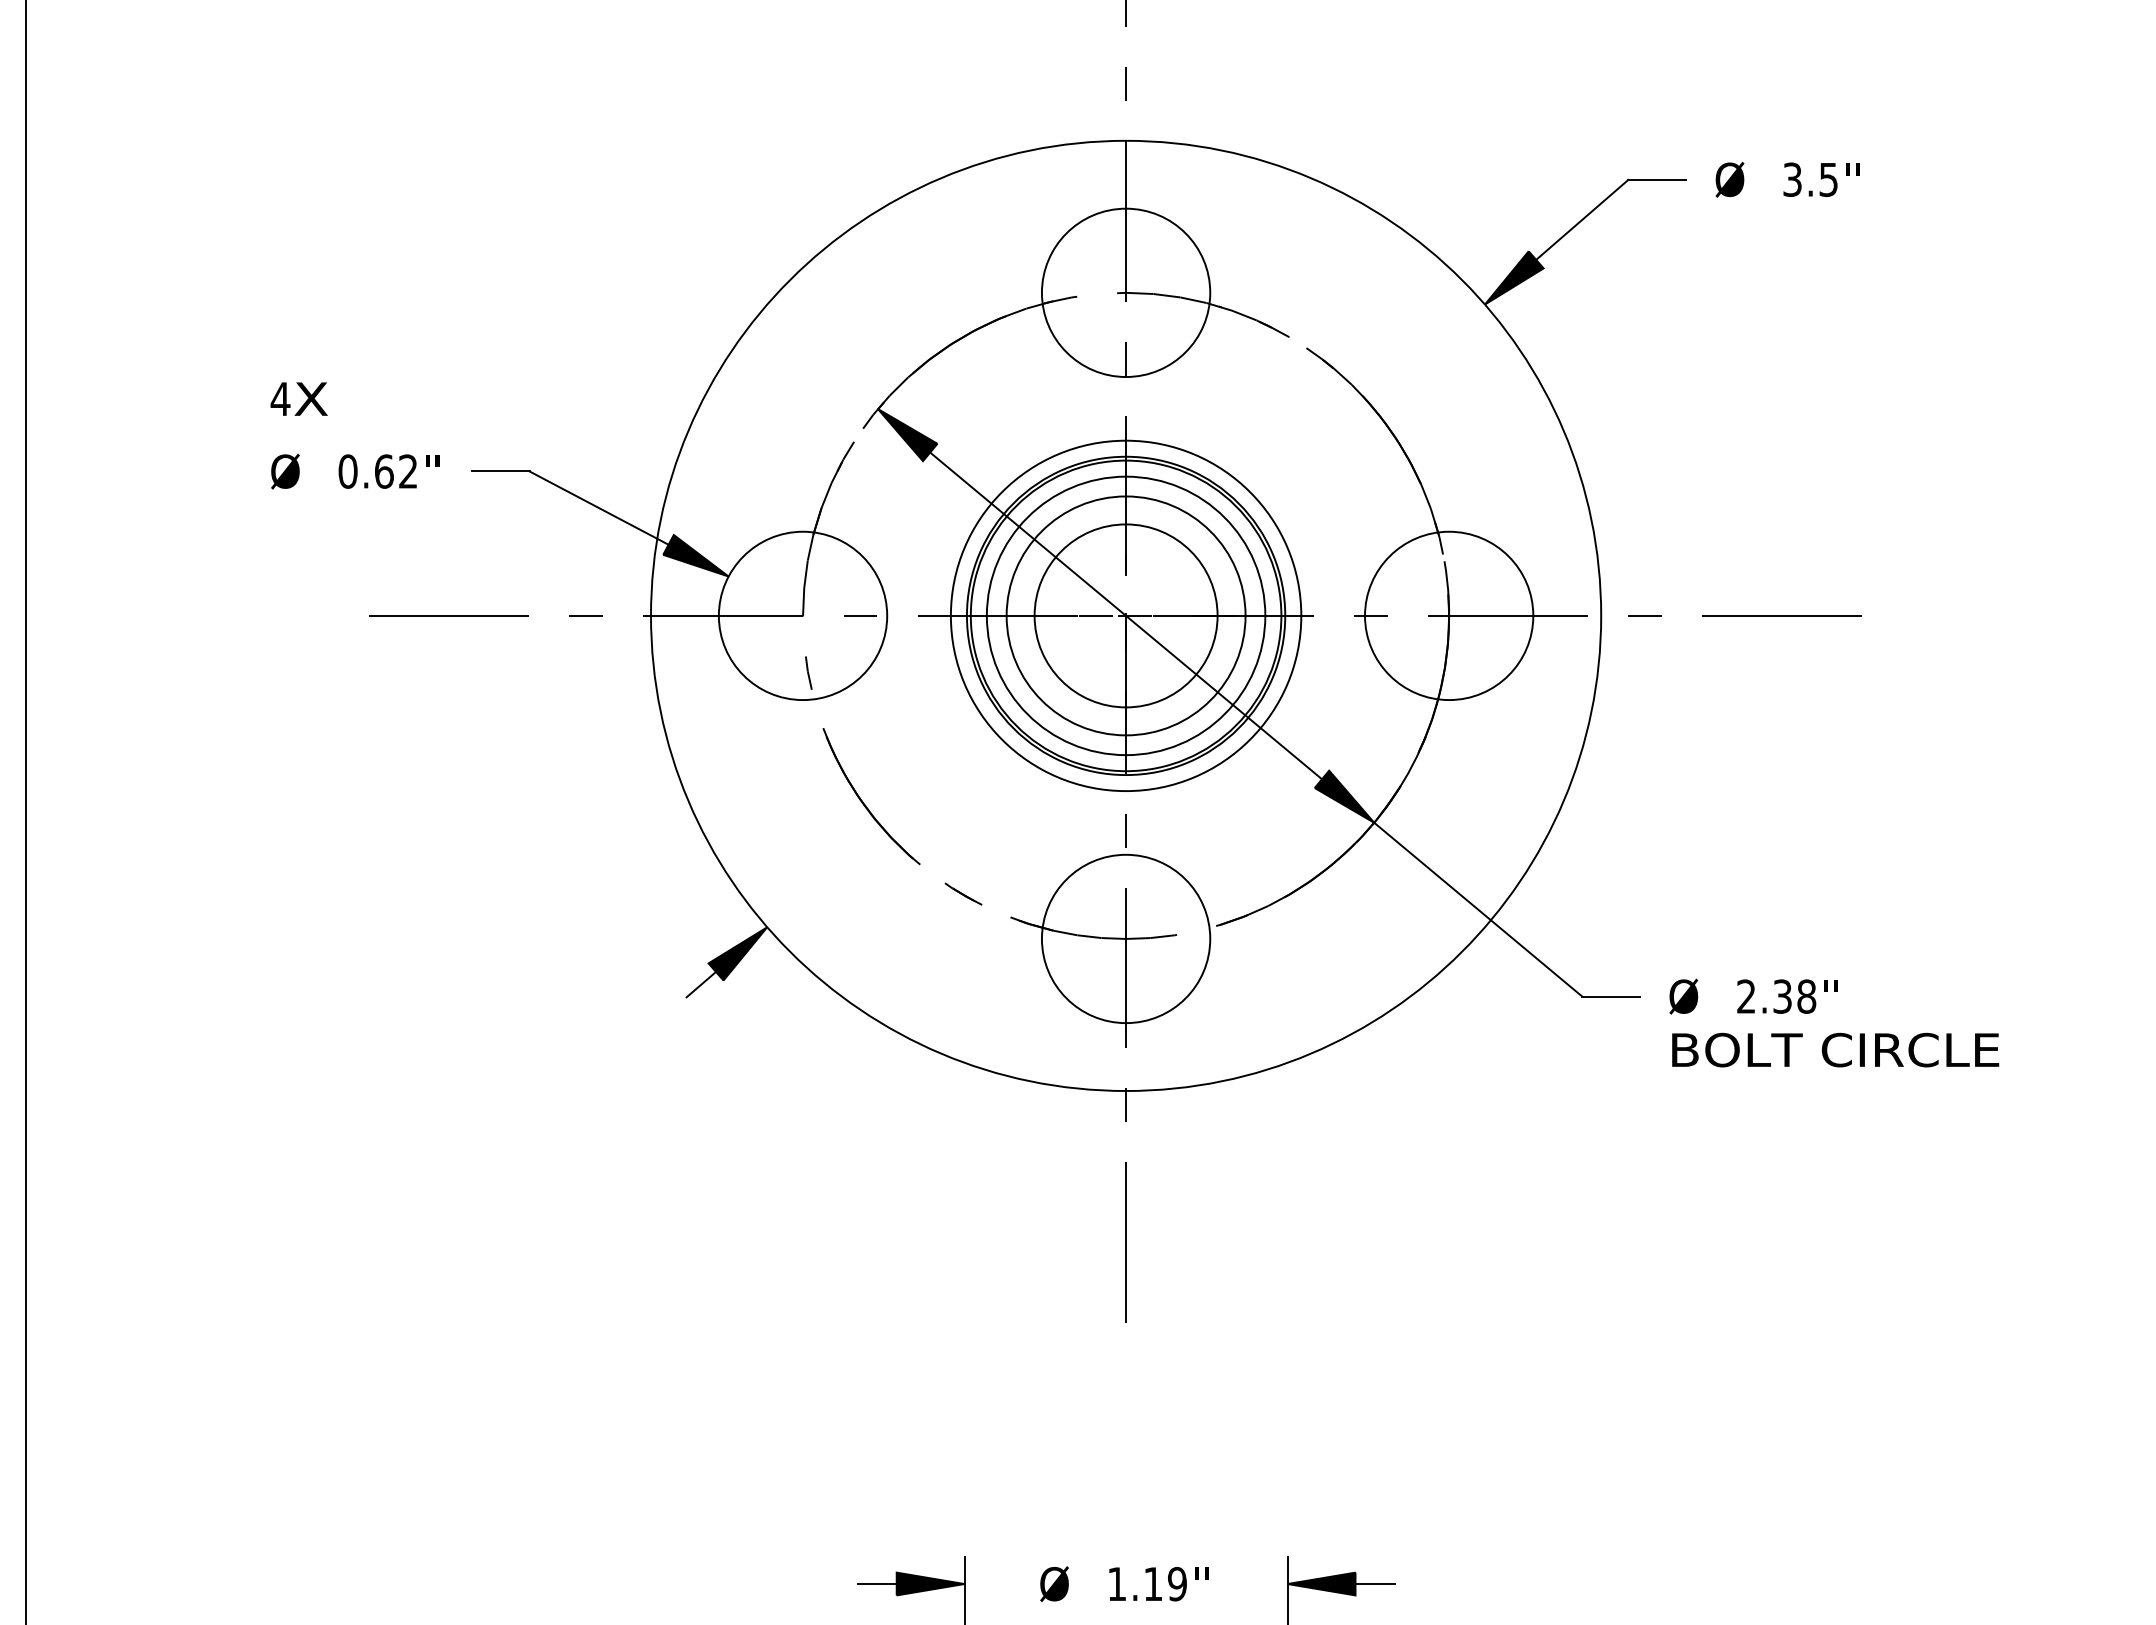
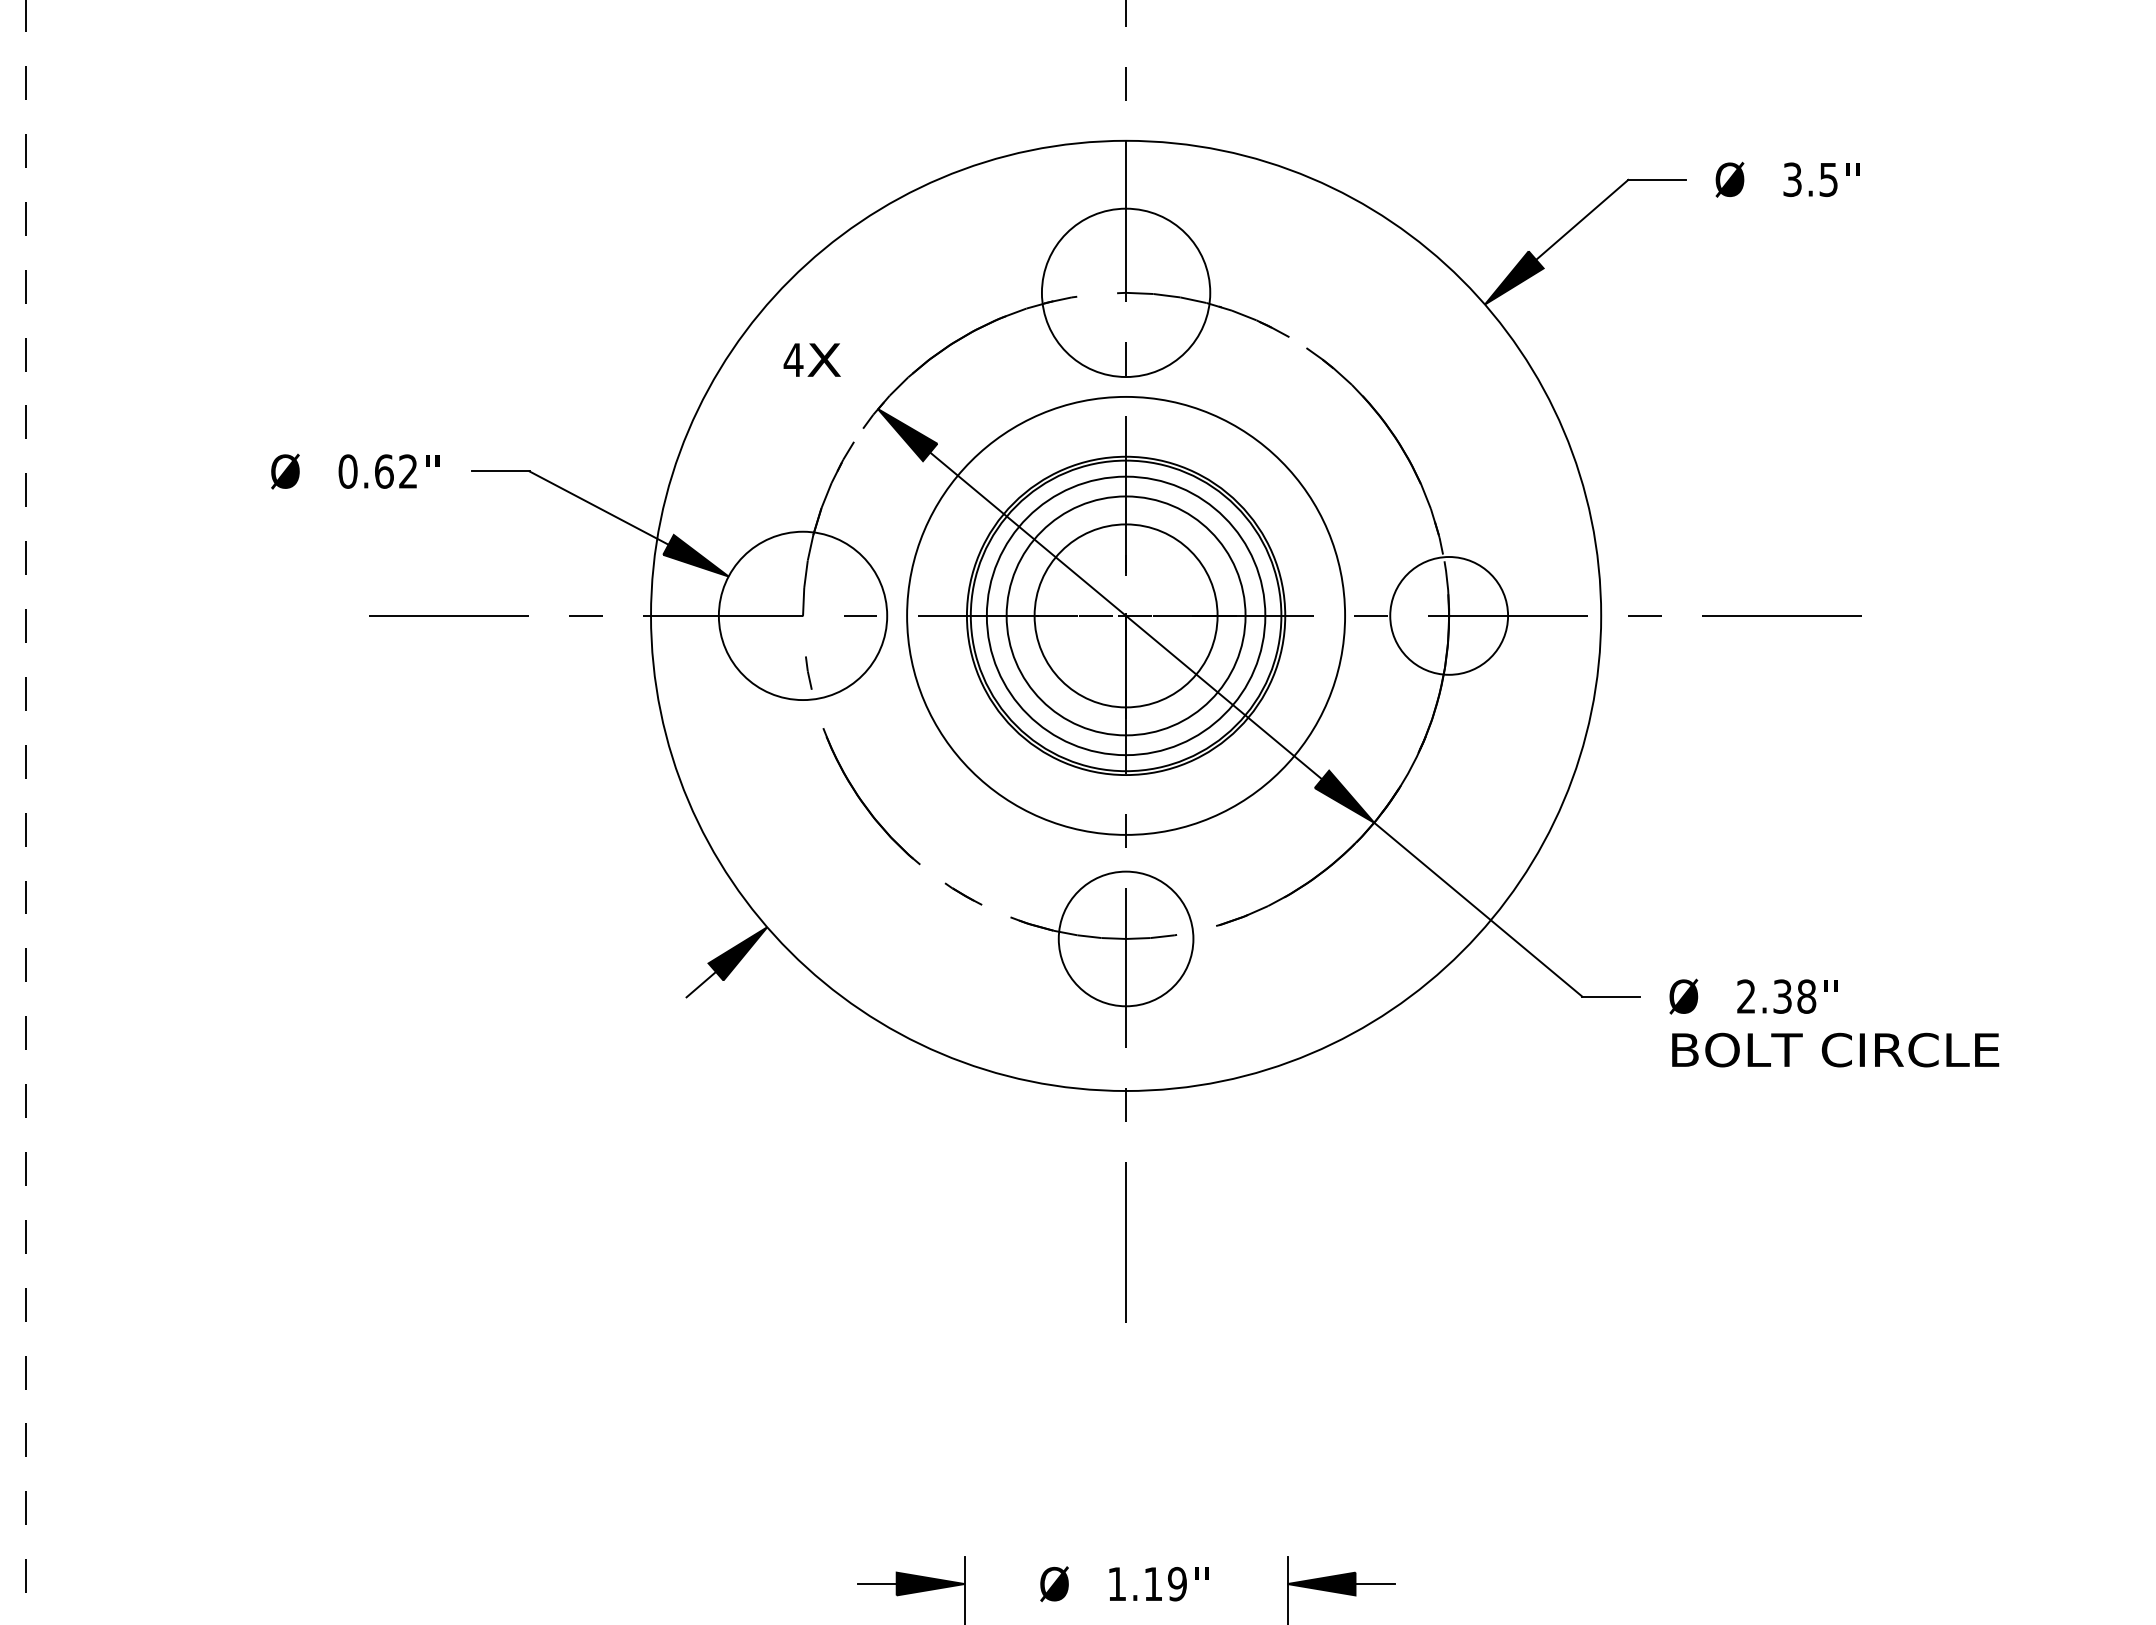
text at (298, 398) position: (298, 398) -> (811, 359)
circle at (1125, 615) diameter: 350 px -> 438 px
circle at (1449, 615) diameter: 168 px -> 118 px
line at (26, 812): solid -> dashed
circle at (1125, 938) diameter: 168 px -> 135 px
